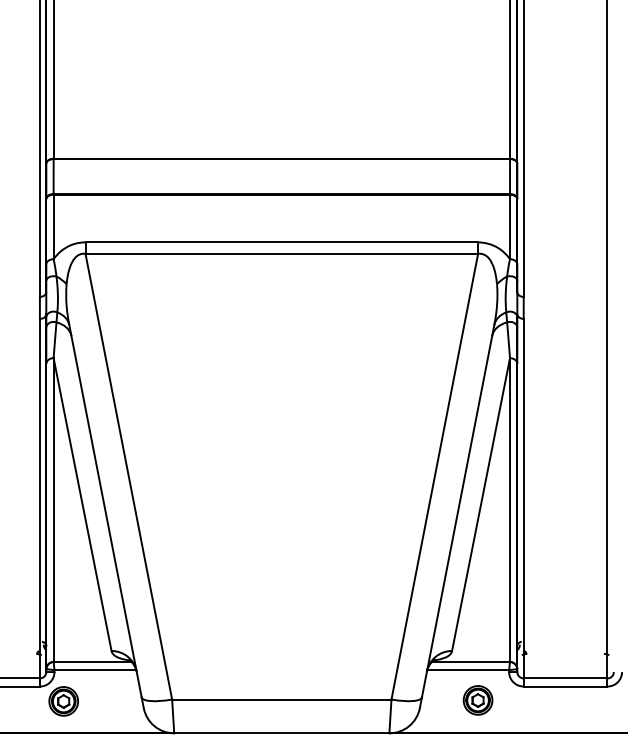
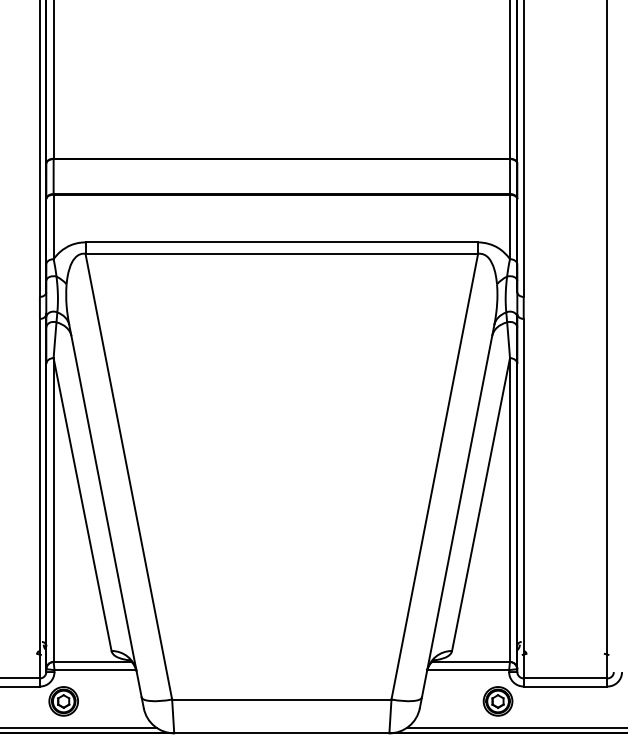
part at (477, 700) position: (477, 700) -> (497, 701)
line at (79, 727): none -> present
line at (515, 727): none -> present
